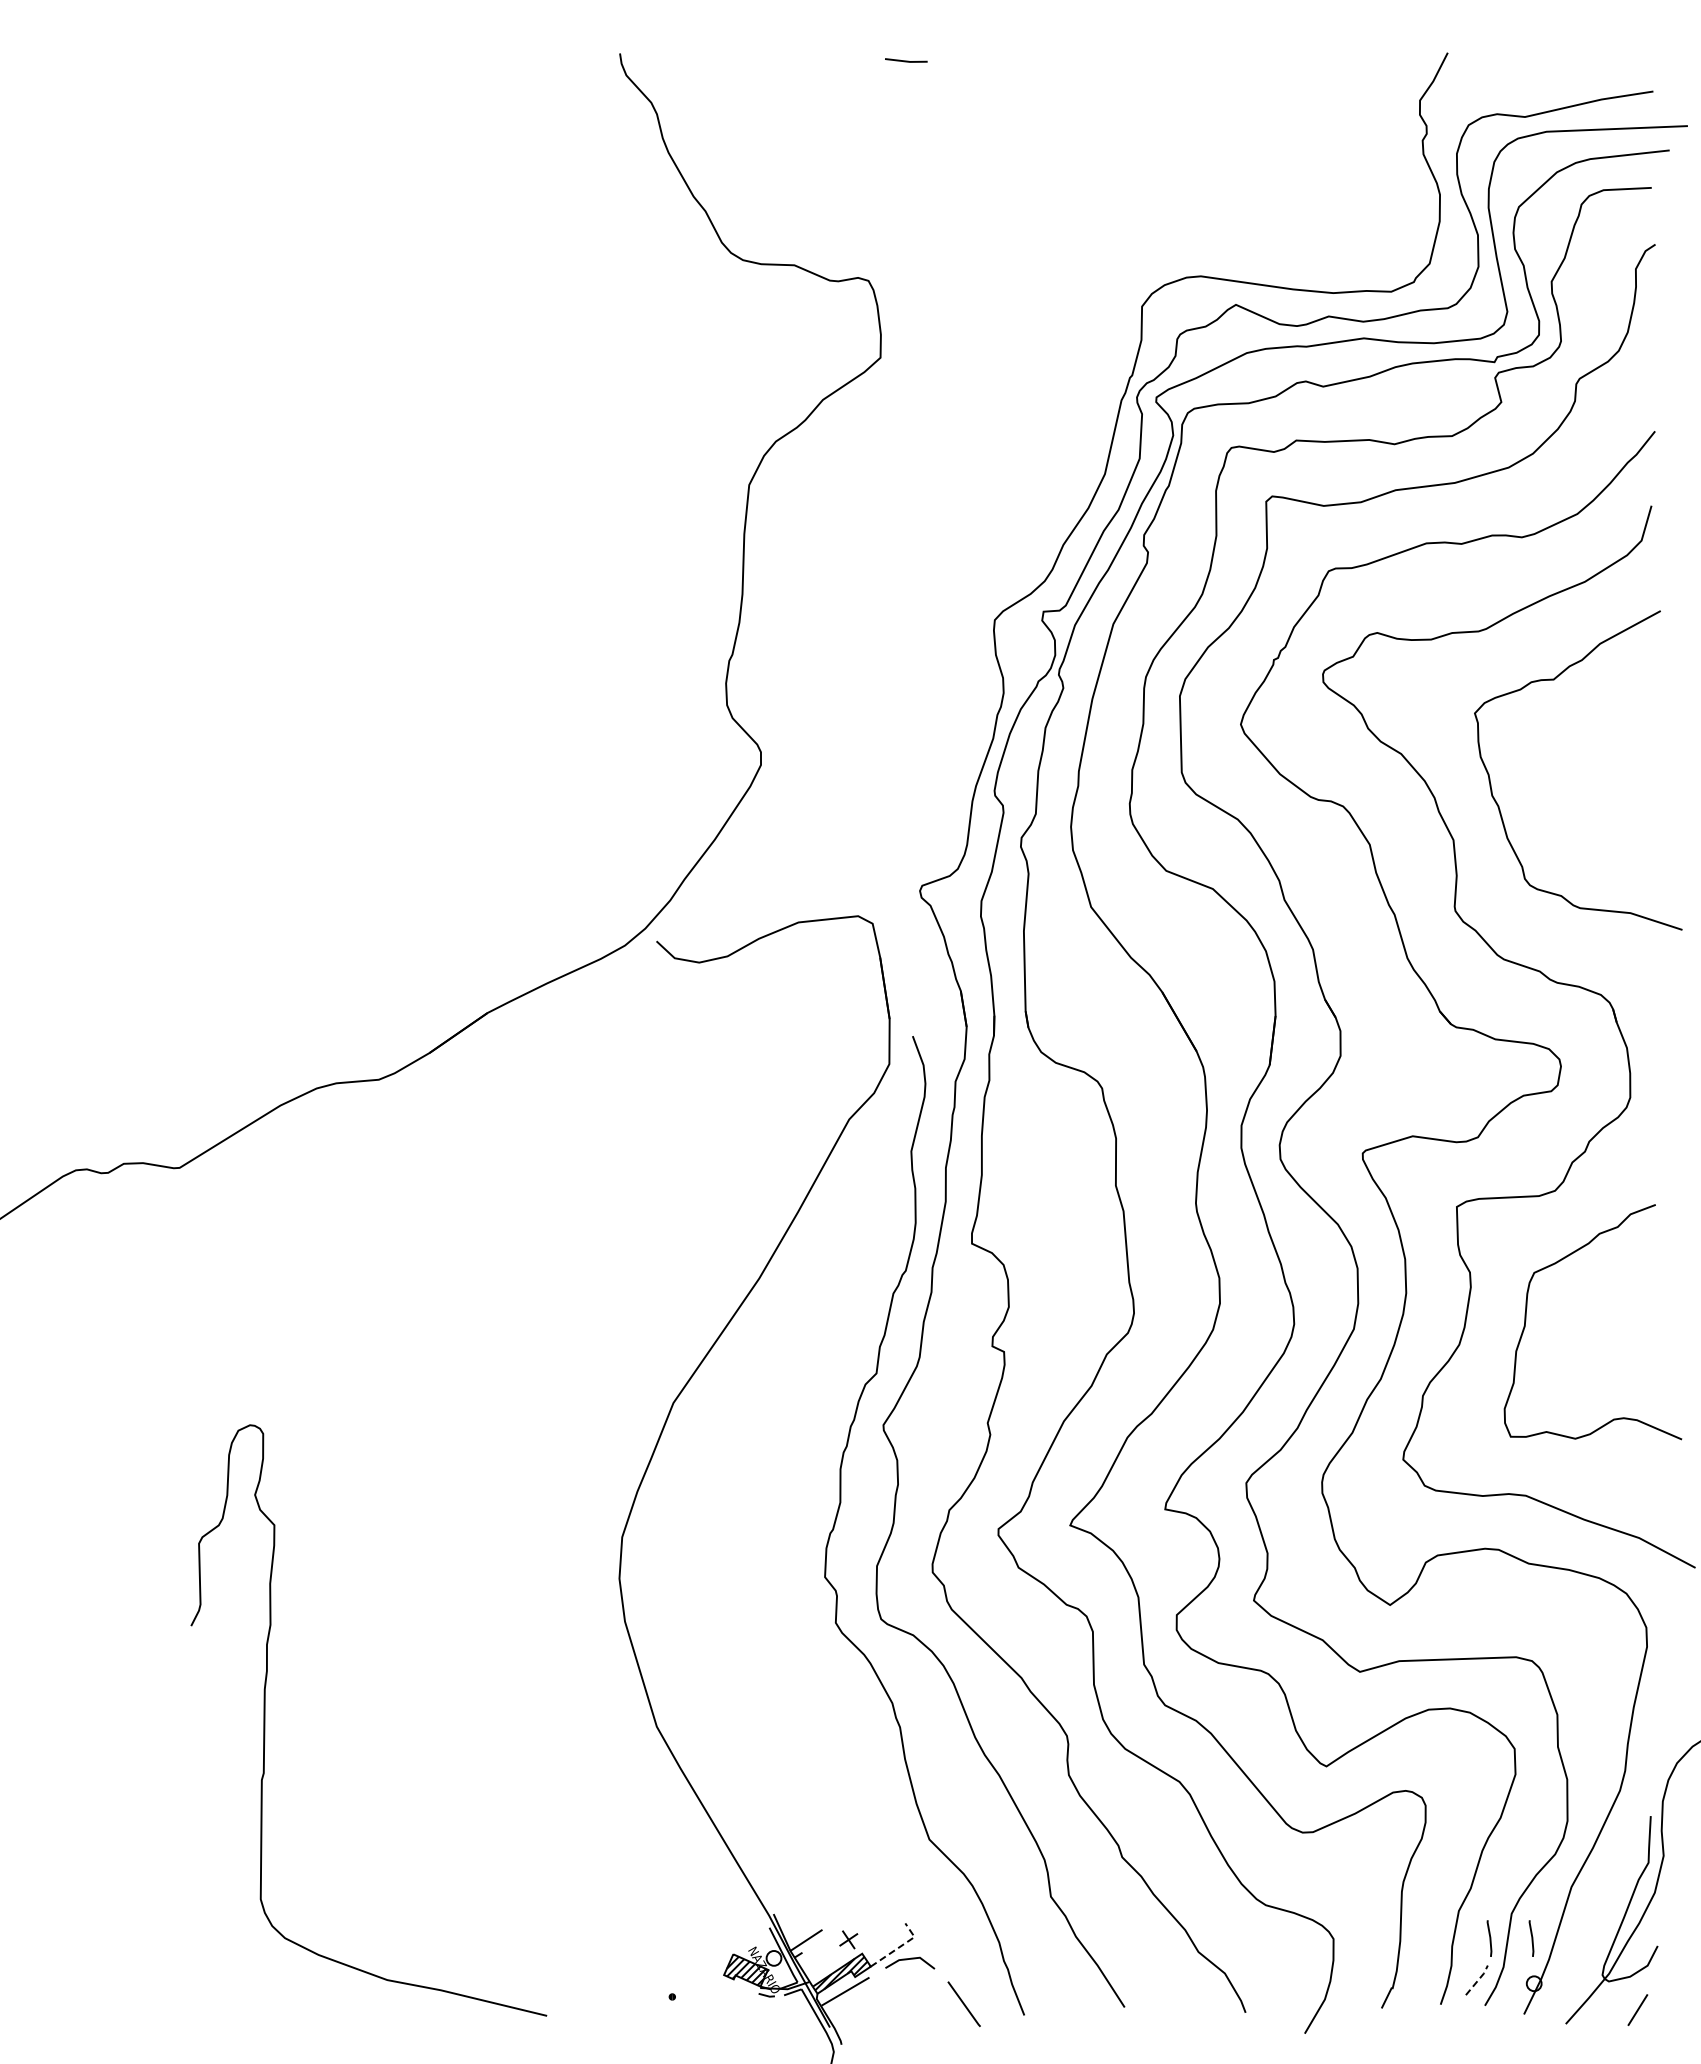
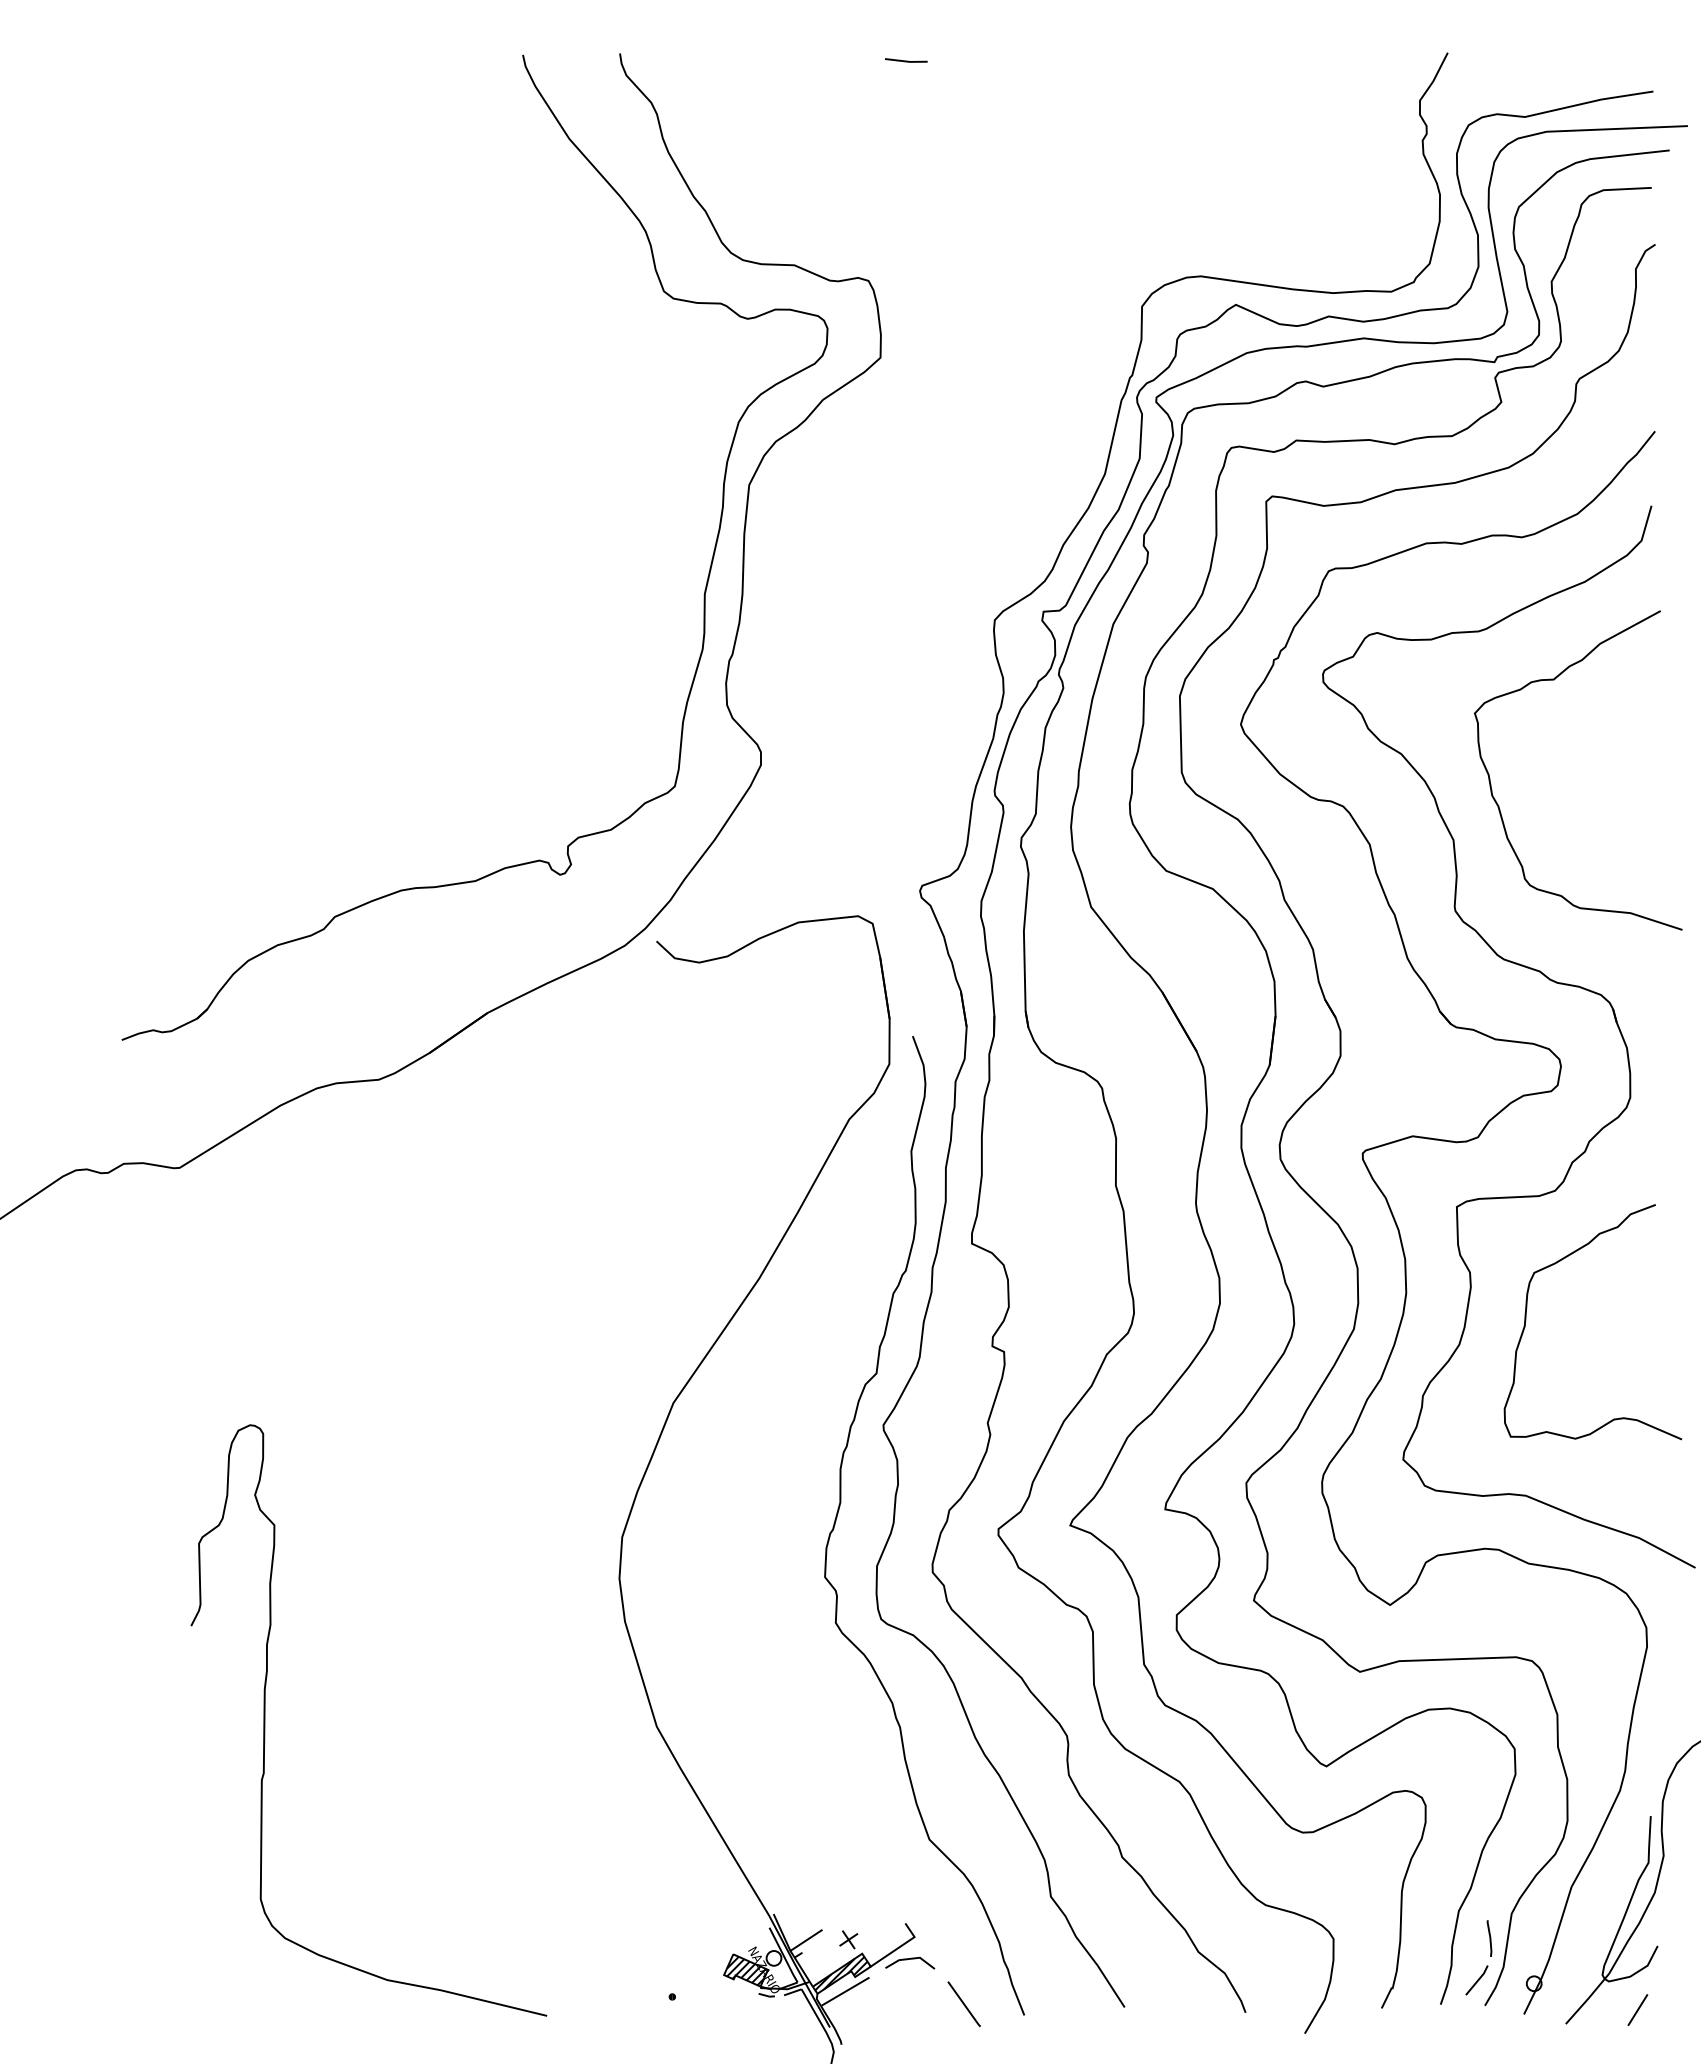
part at (703, 594): none -> present
line at (1531, 1938): present -> none
line at (900, 1946): dashed -> solid
line at (1478, 1980): dashed -> solid
